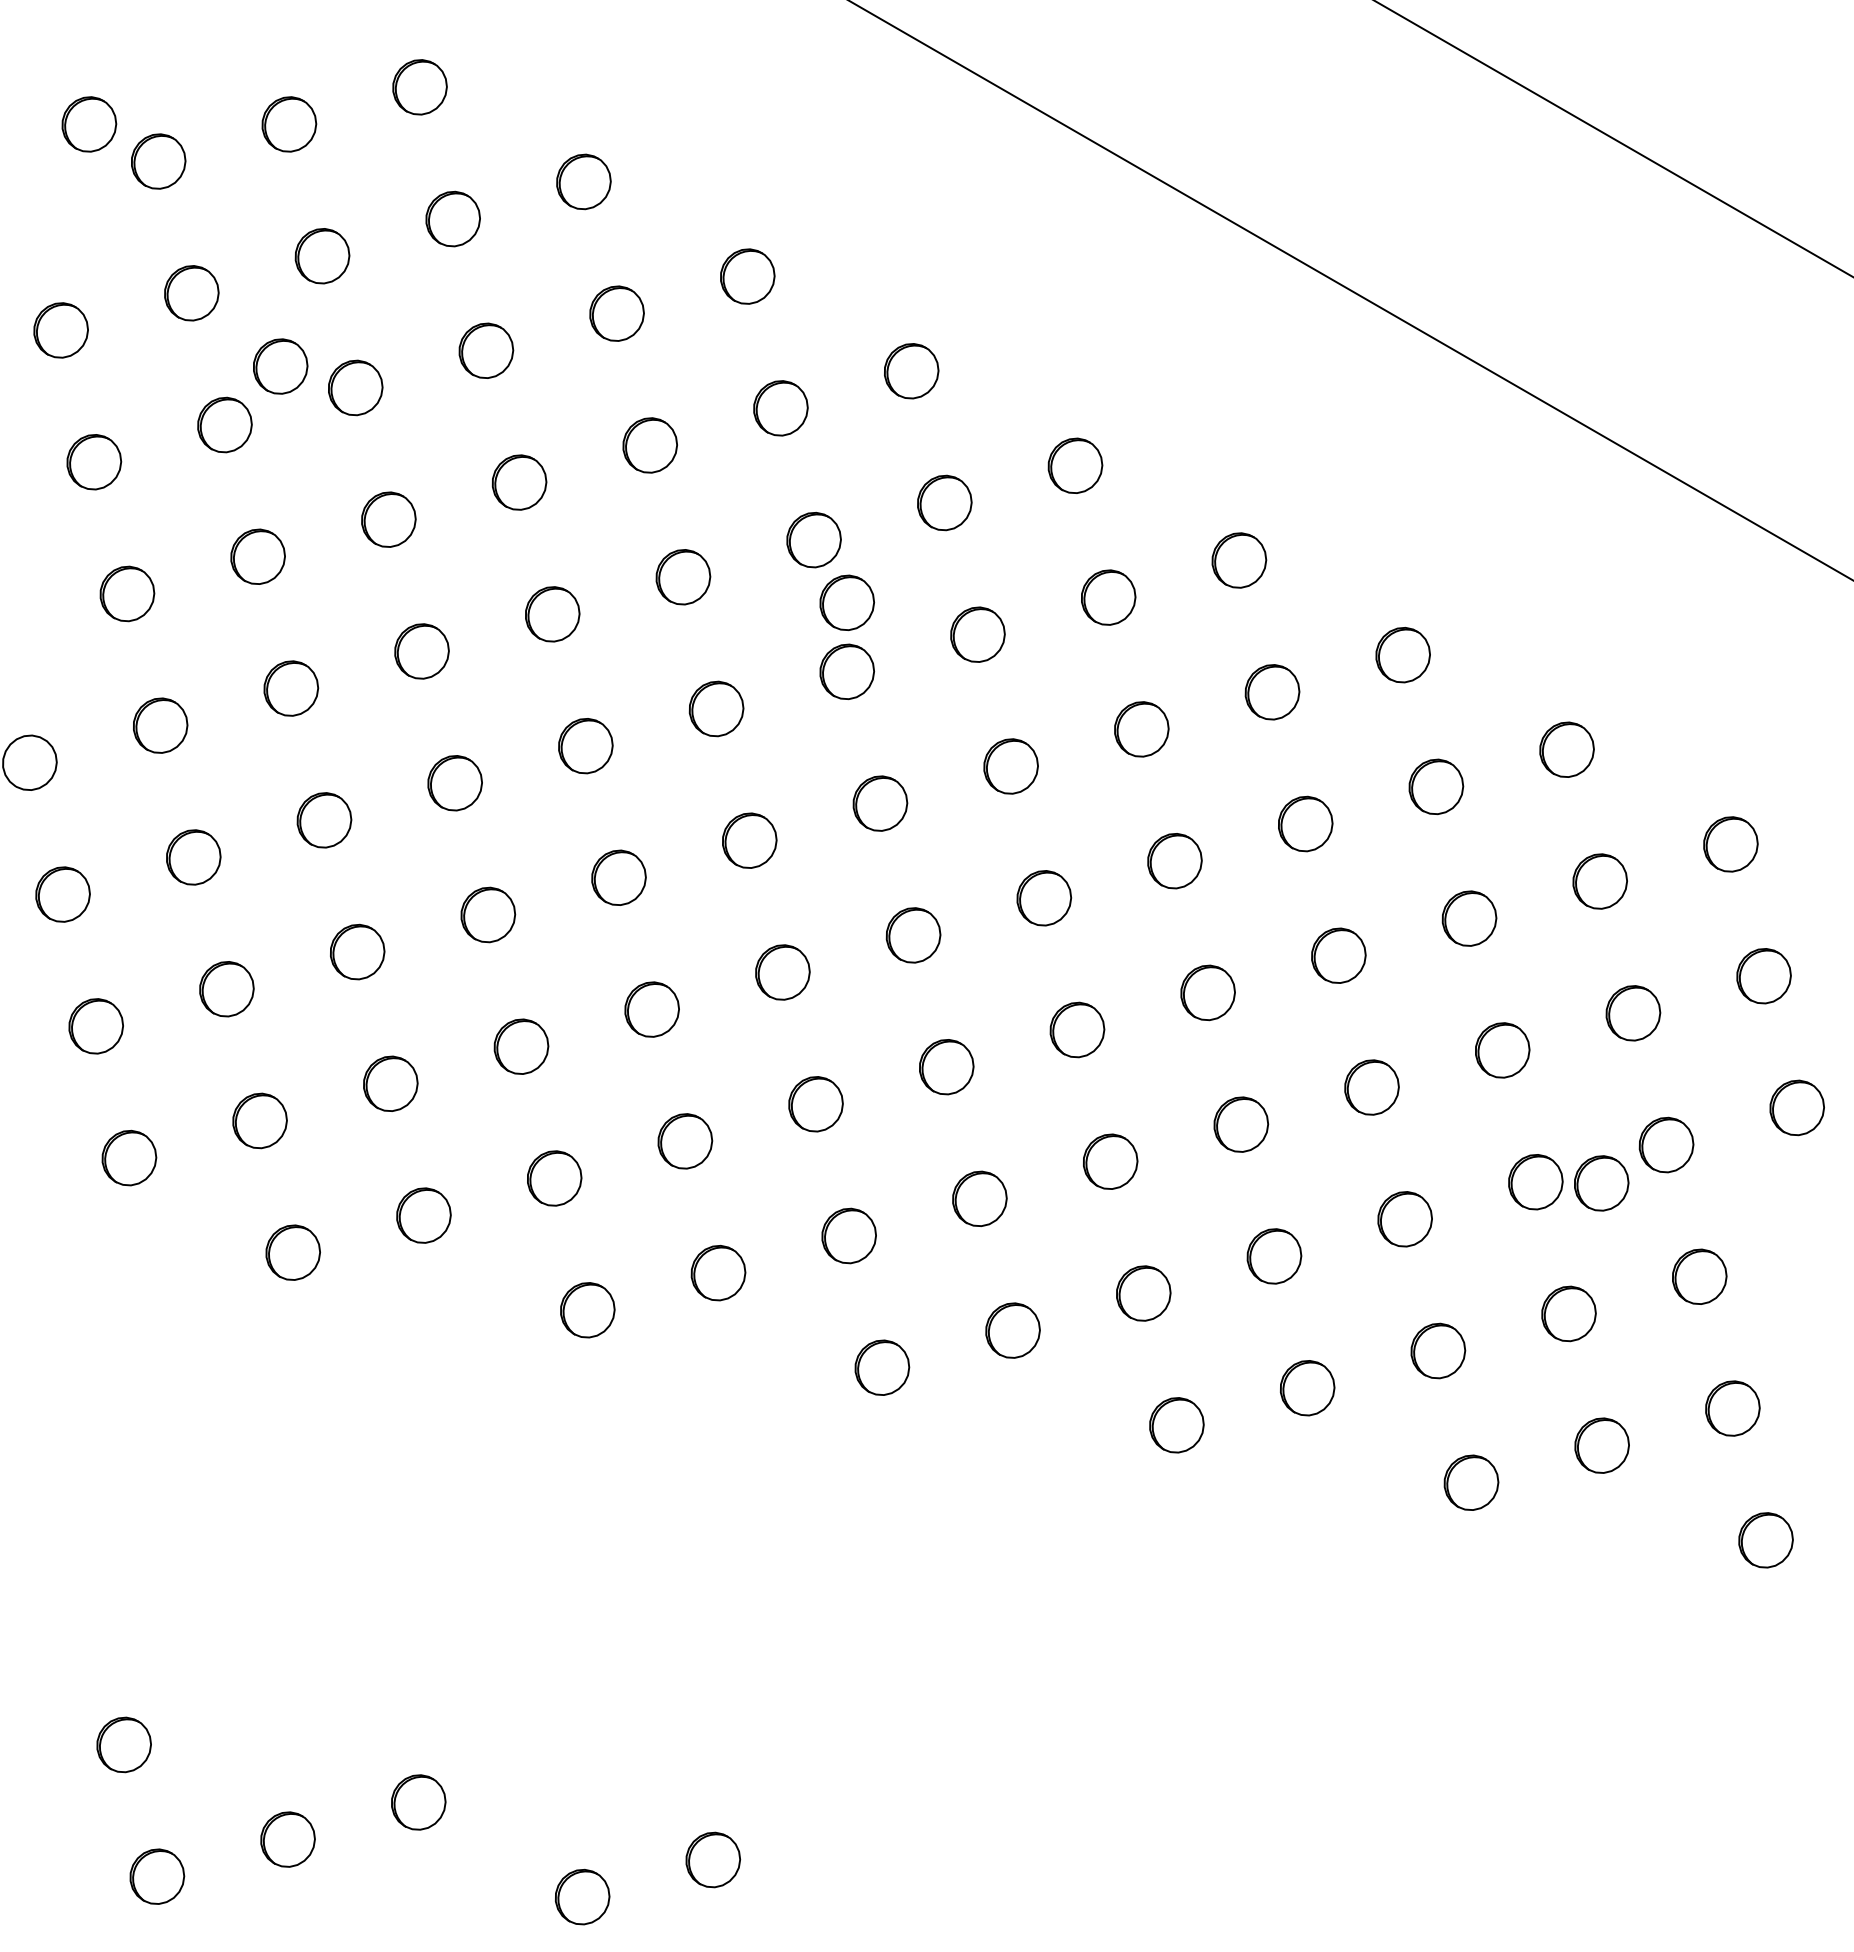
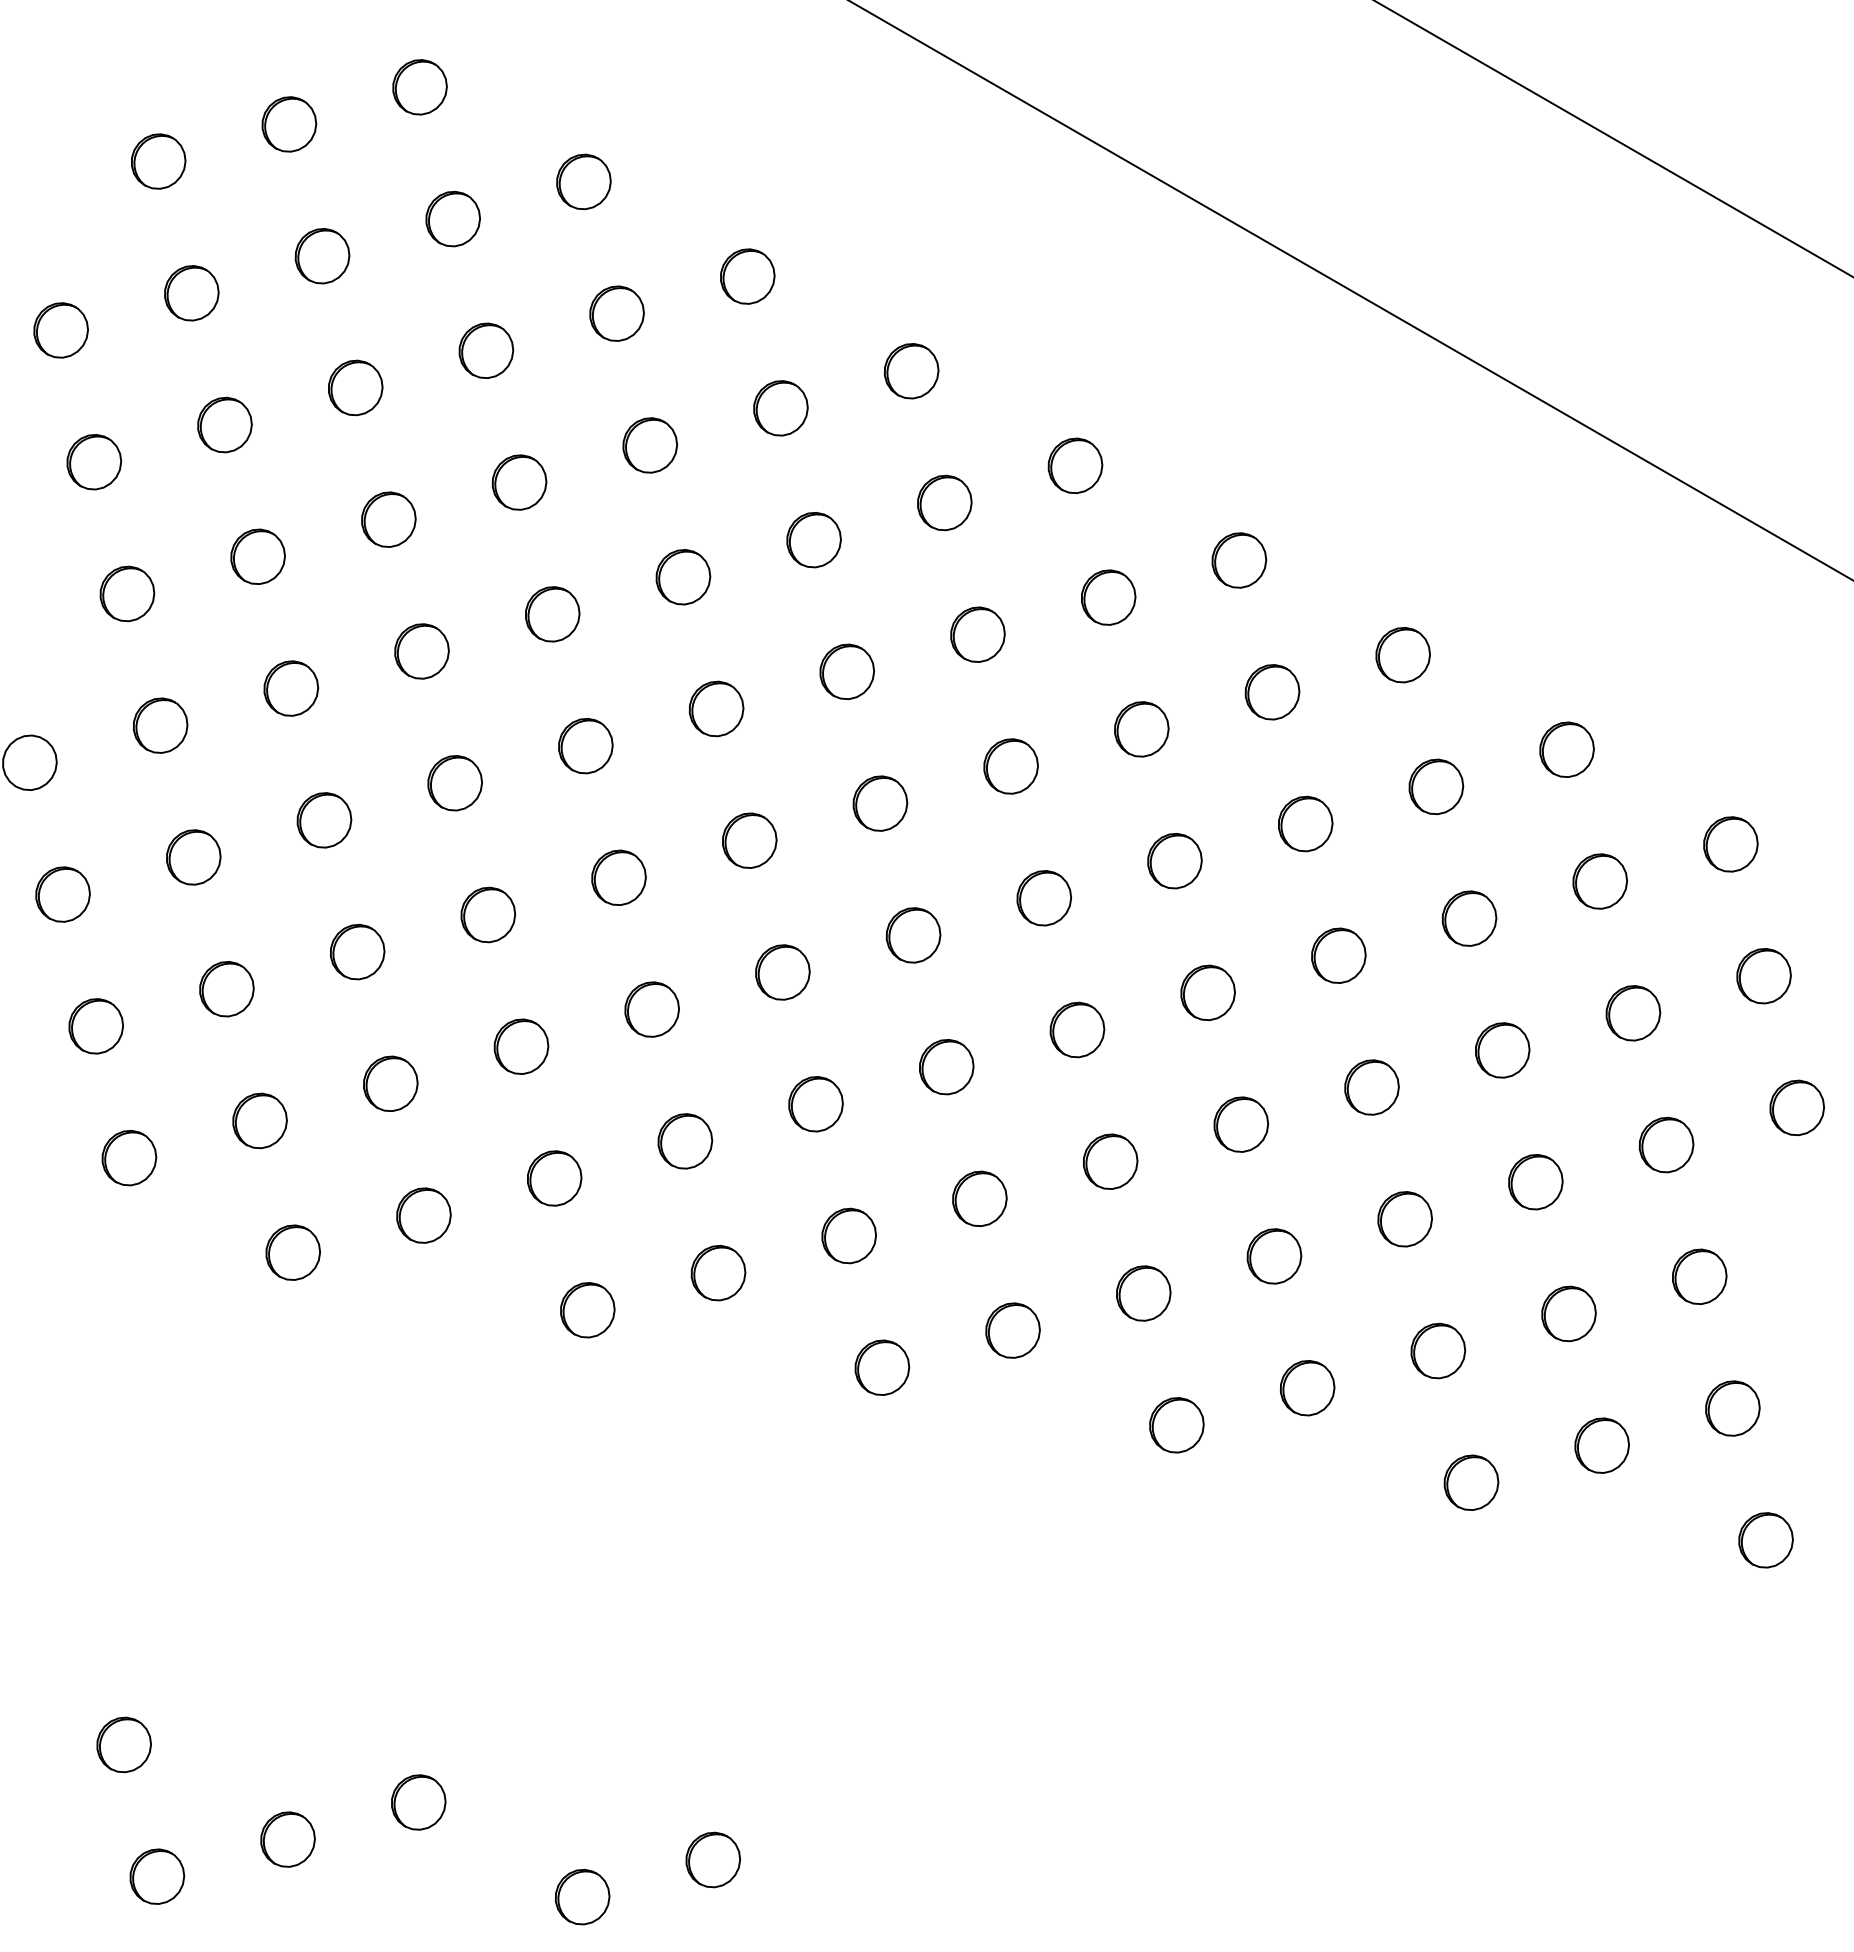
part at (89, 124): present -> none
part at (280, 366): present -> none
part at (846, 602): present -> none
part at (1601, 1183): present -> none
